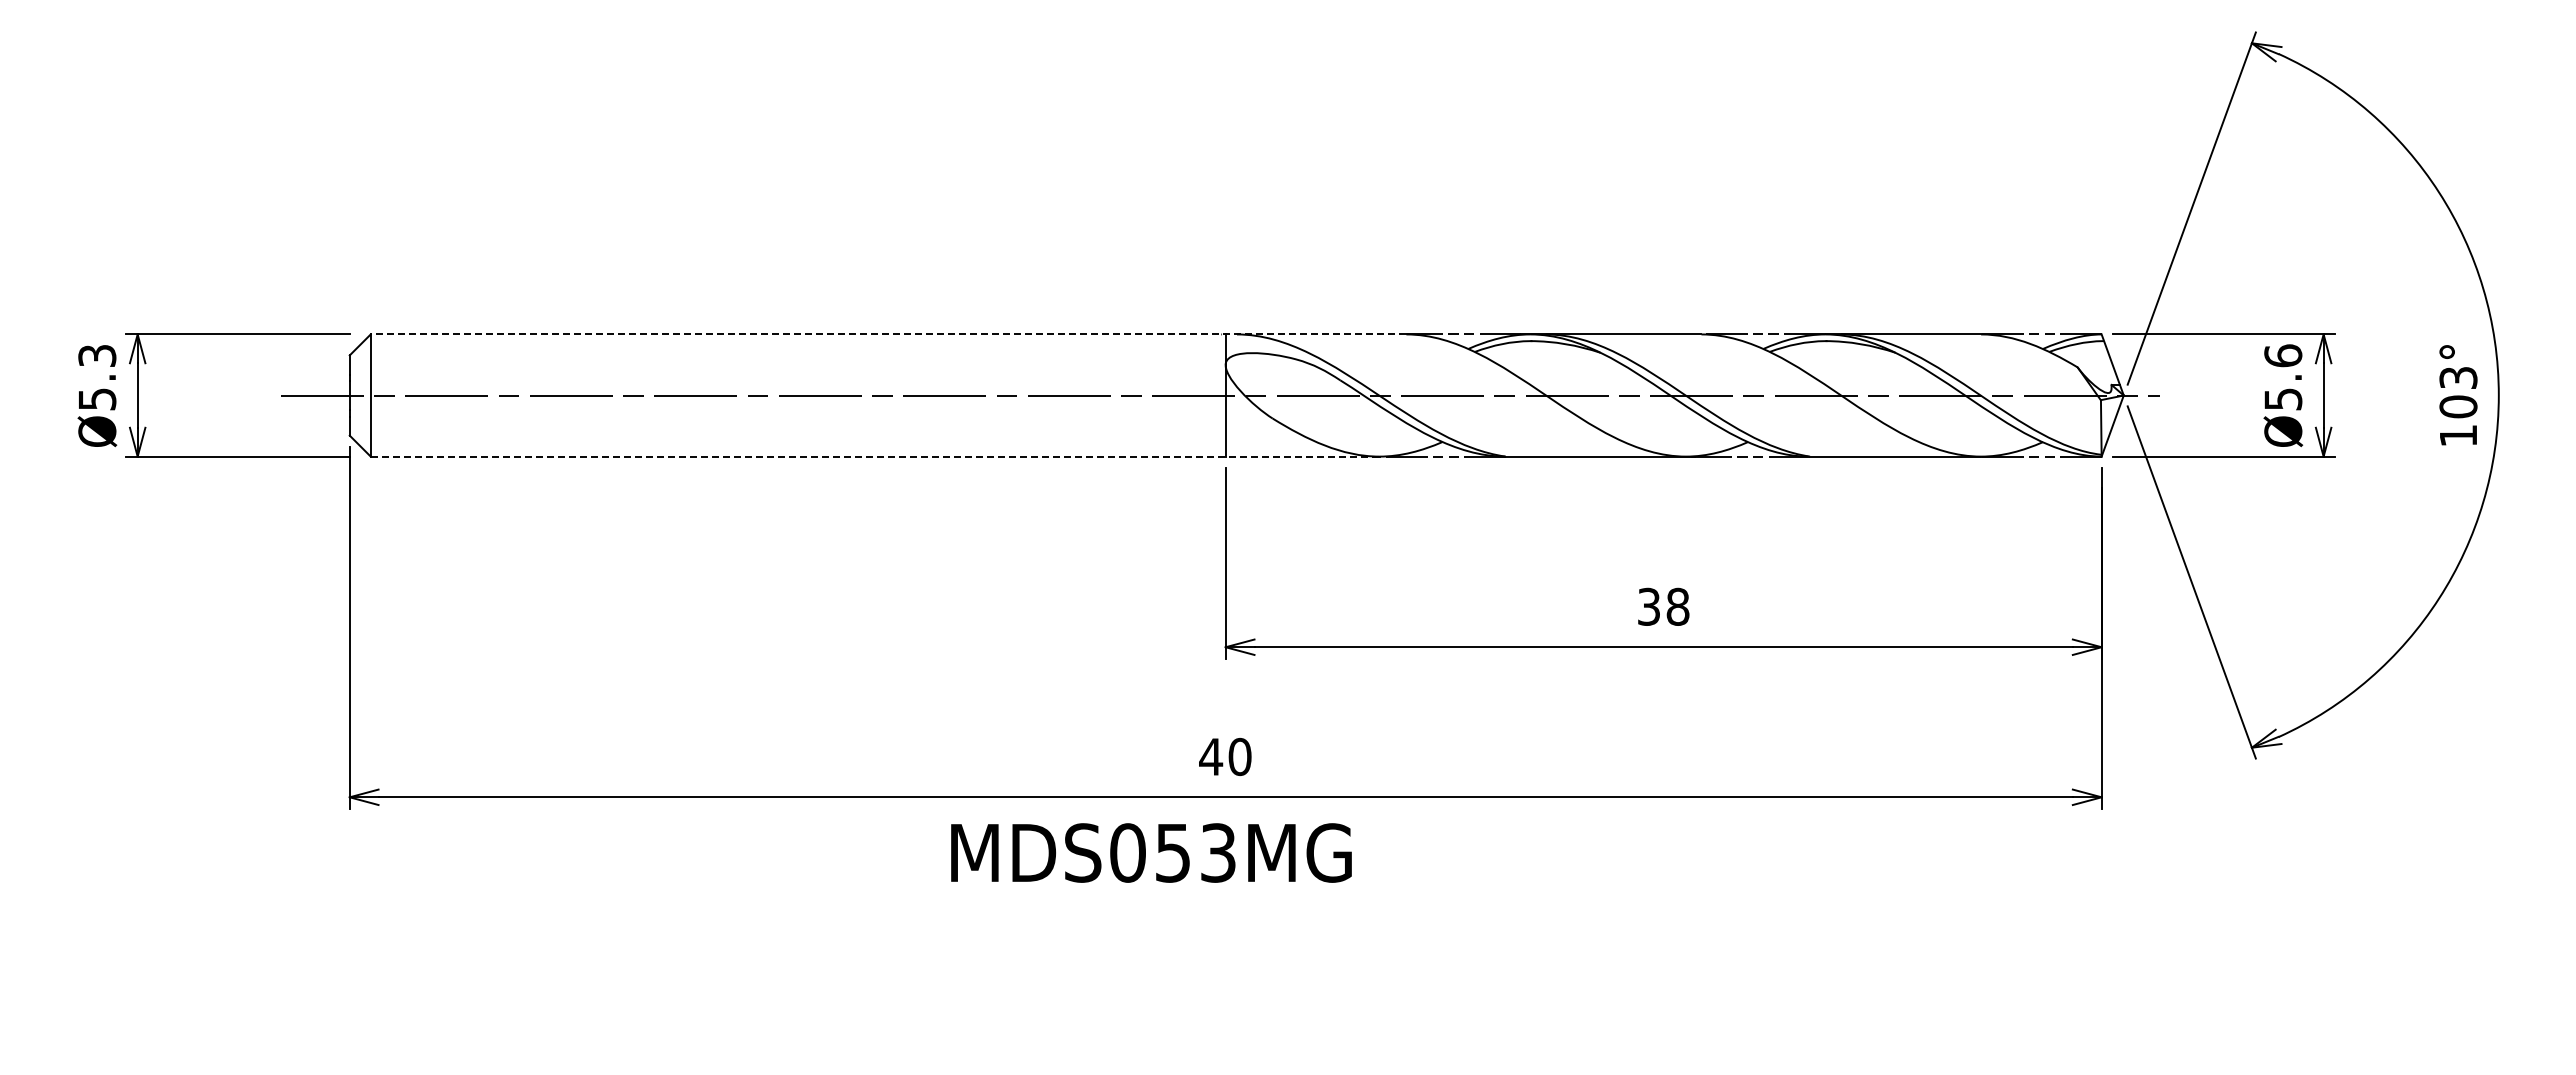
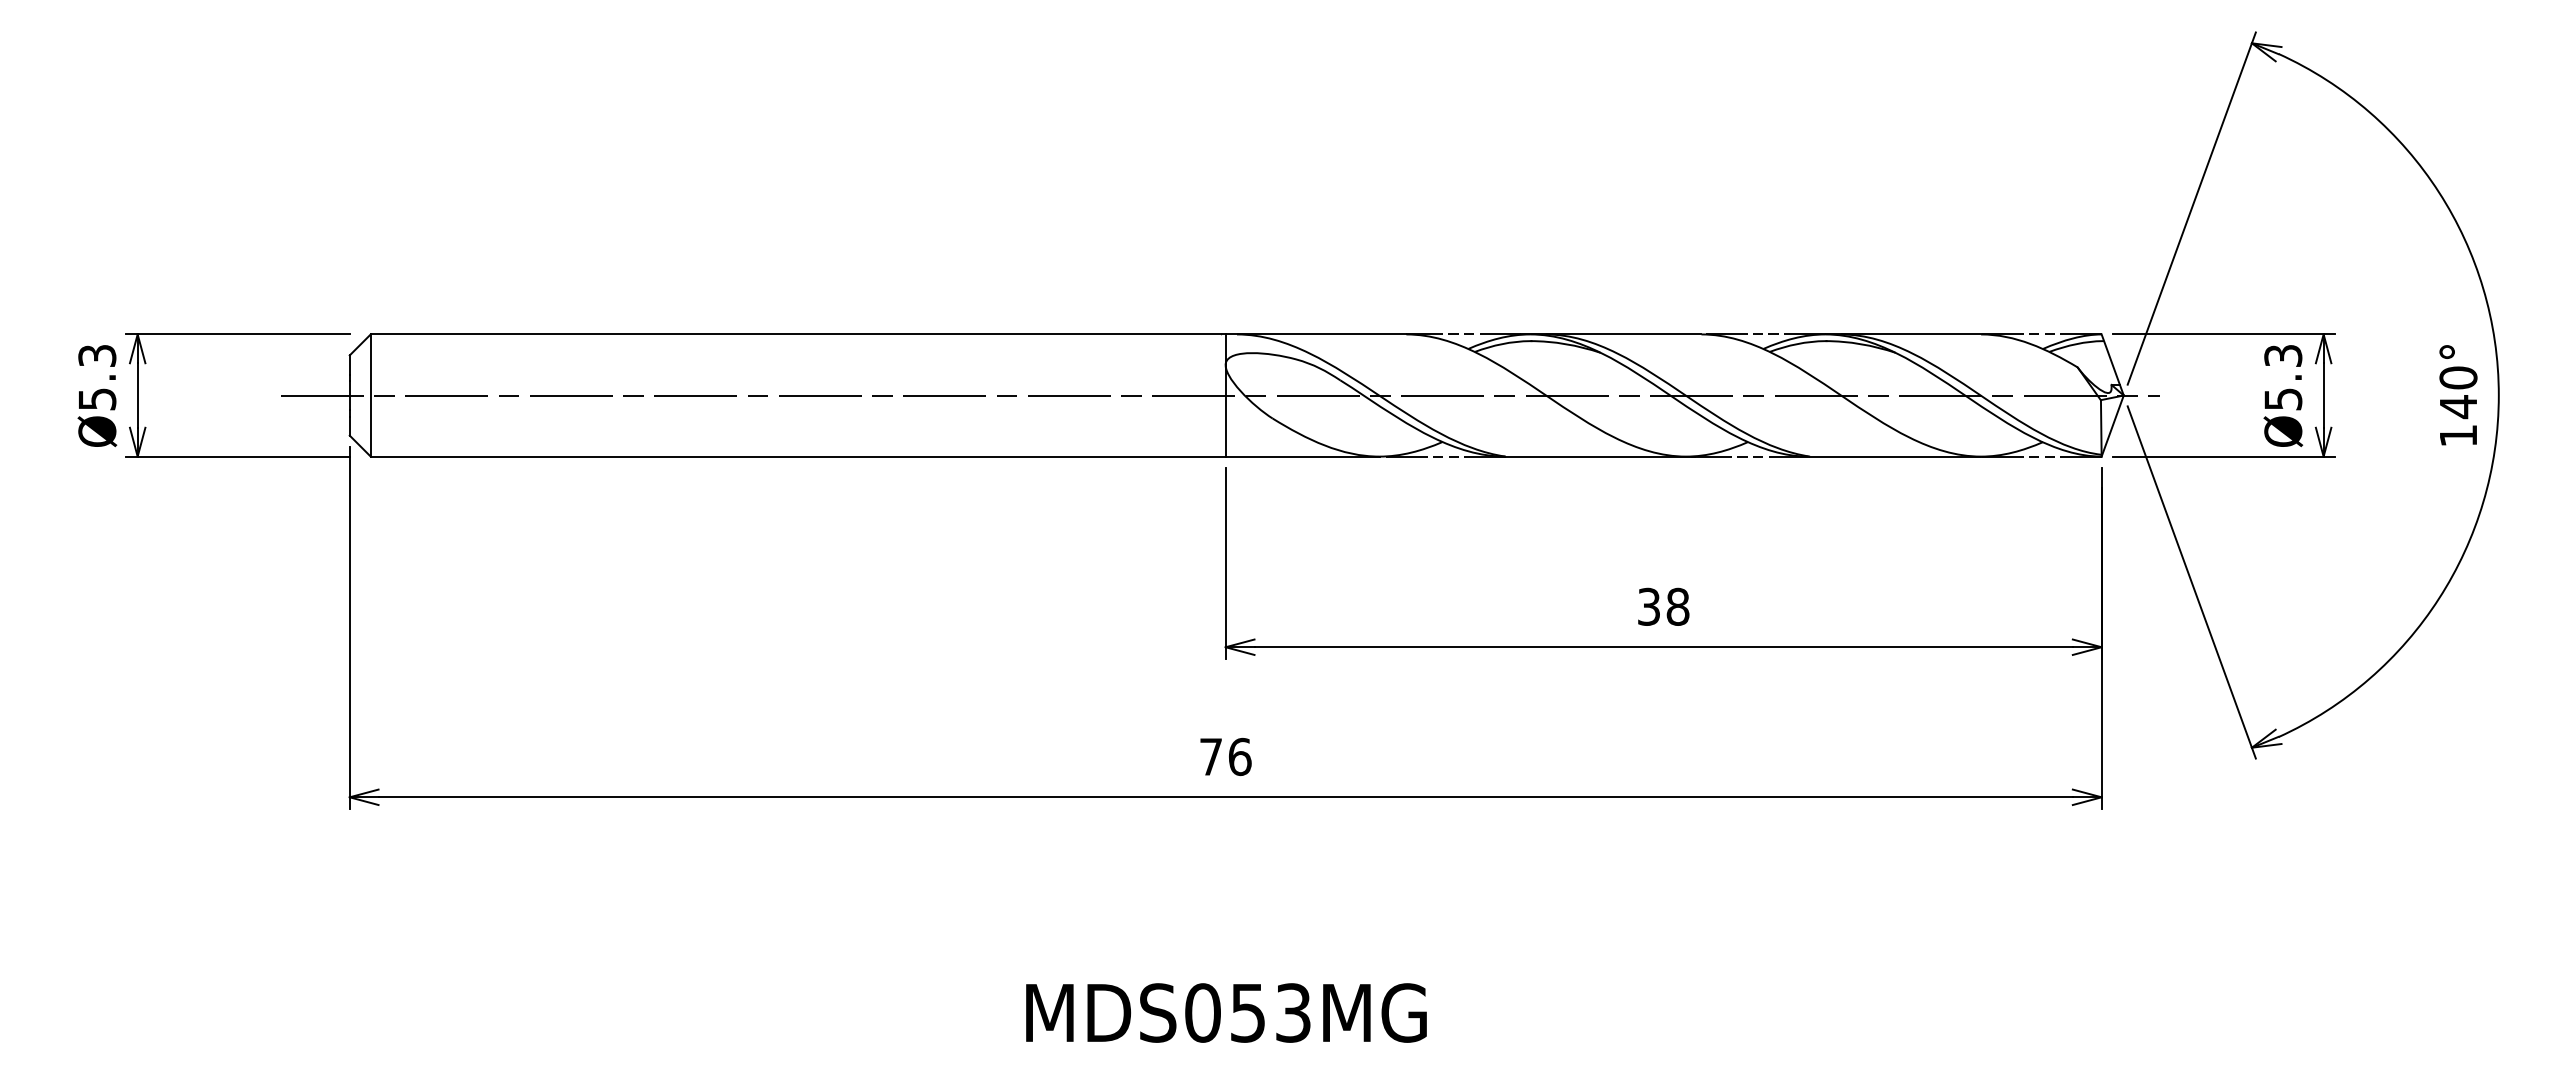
line at (888, 334): dashed -> solid
text at (2283, 355): Ø5.6 -> Ø5.3
text at (2458, 392): 103° -> 140°
line at (874, 456): dashed -> solid
text at (1225, 756): 40 -> 76
text at (1151, 852) position: (1151, 852) -> (1226, 1012)
